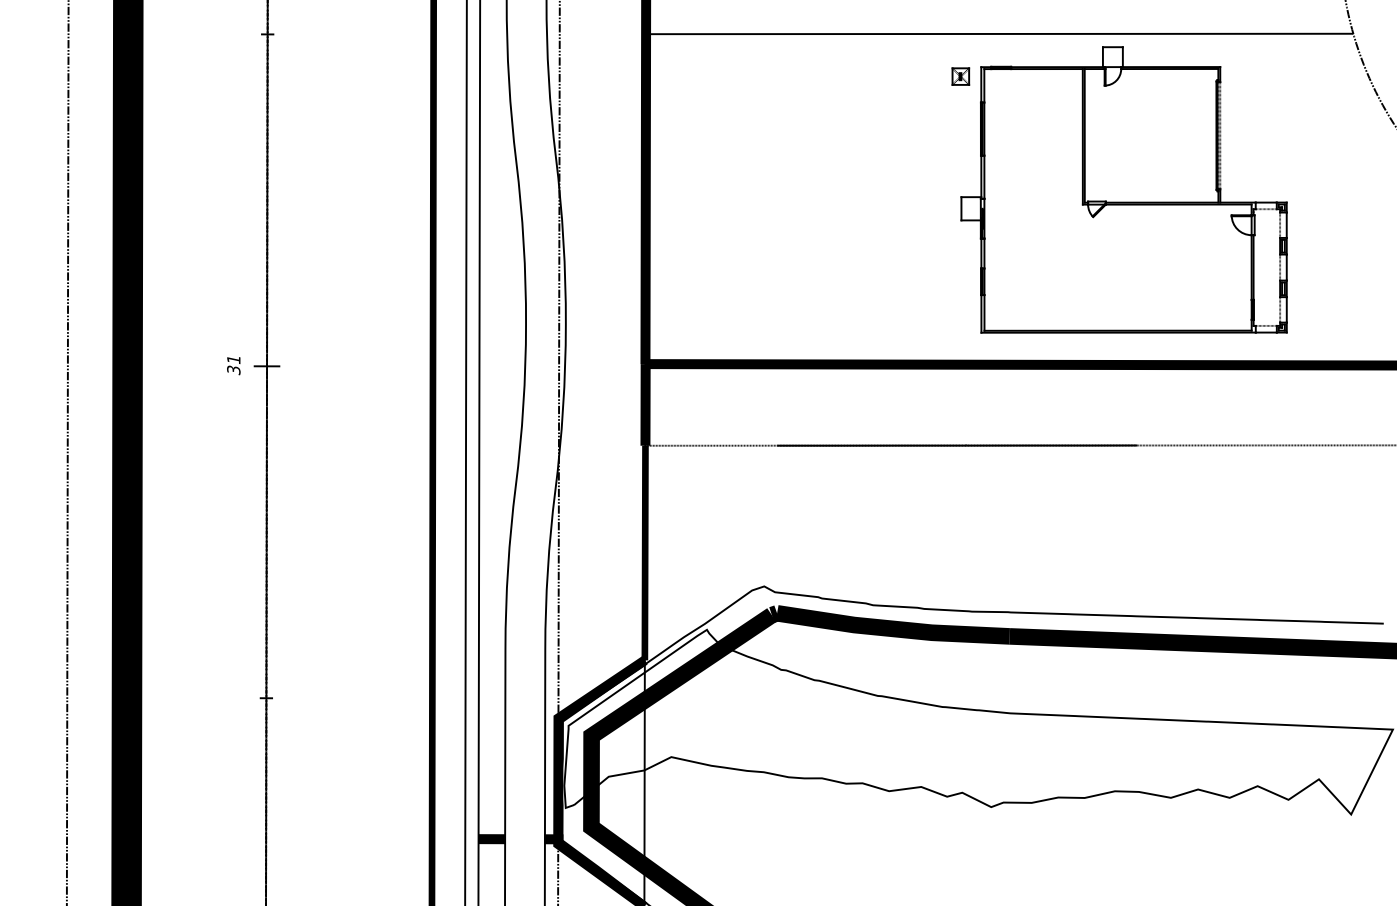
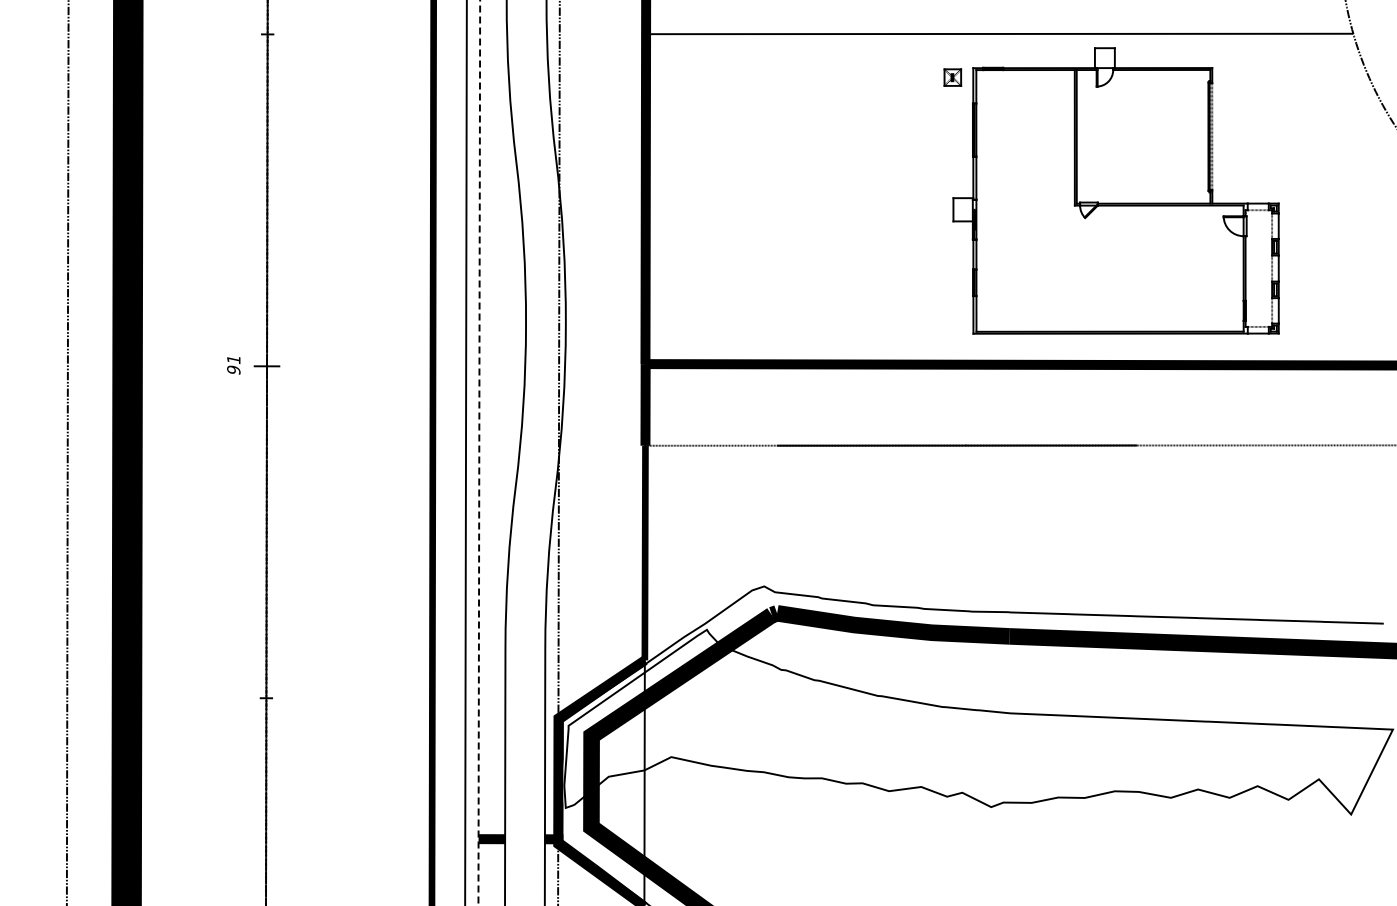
part at (1119, 189) position: (1119, 189) -> (1111, 190)
text at (233, 370): 31 -> 91
line at (479, 452): solid -> dashed
